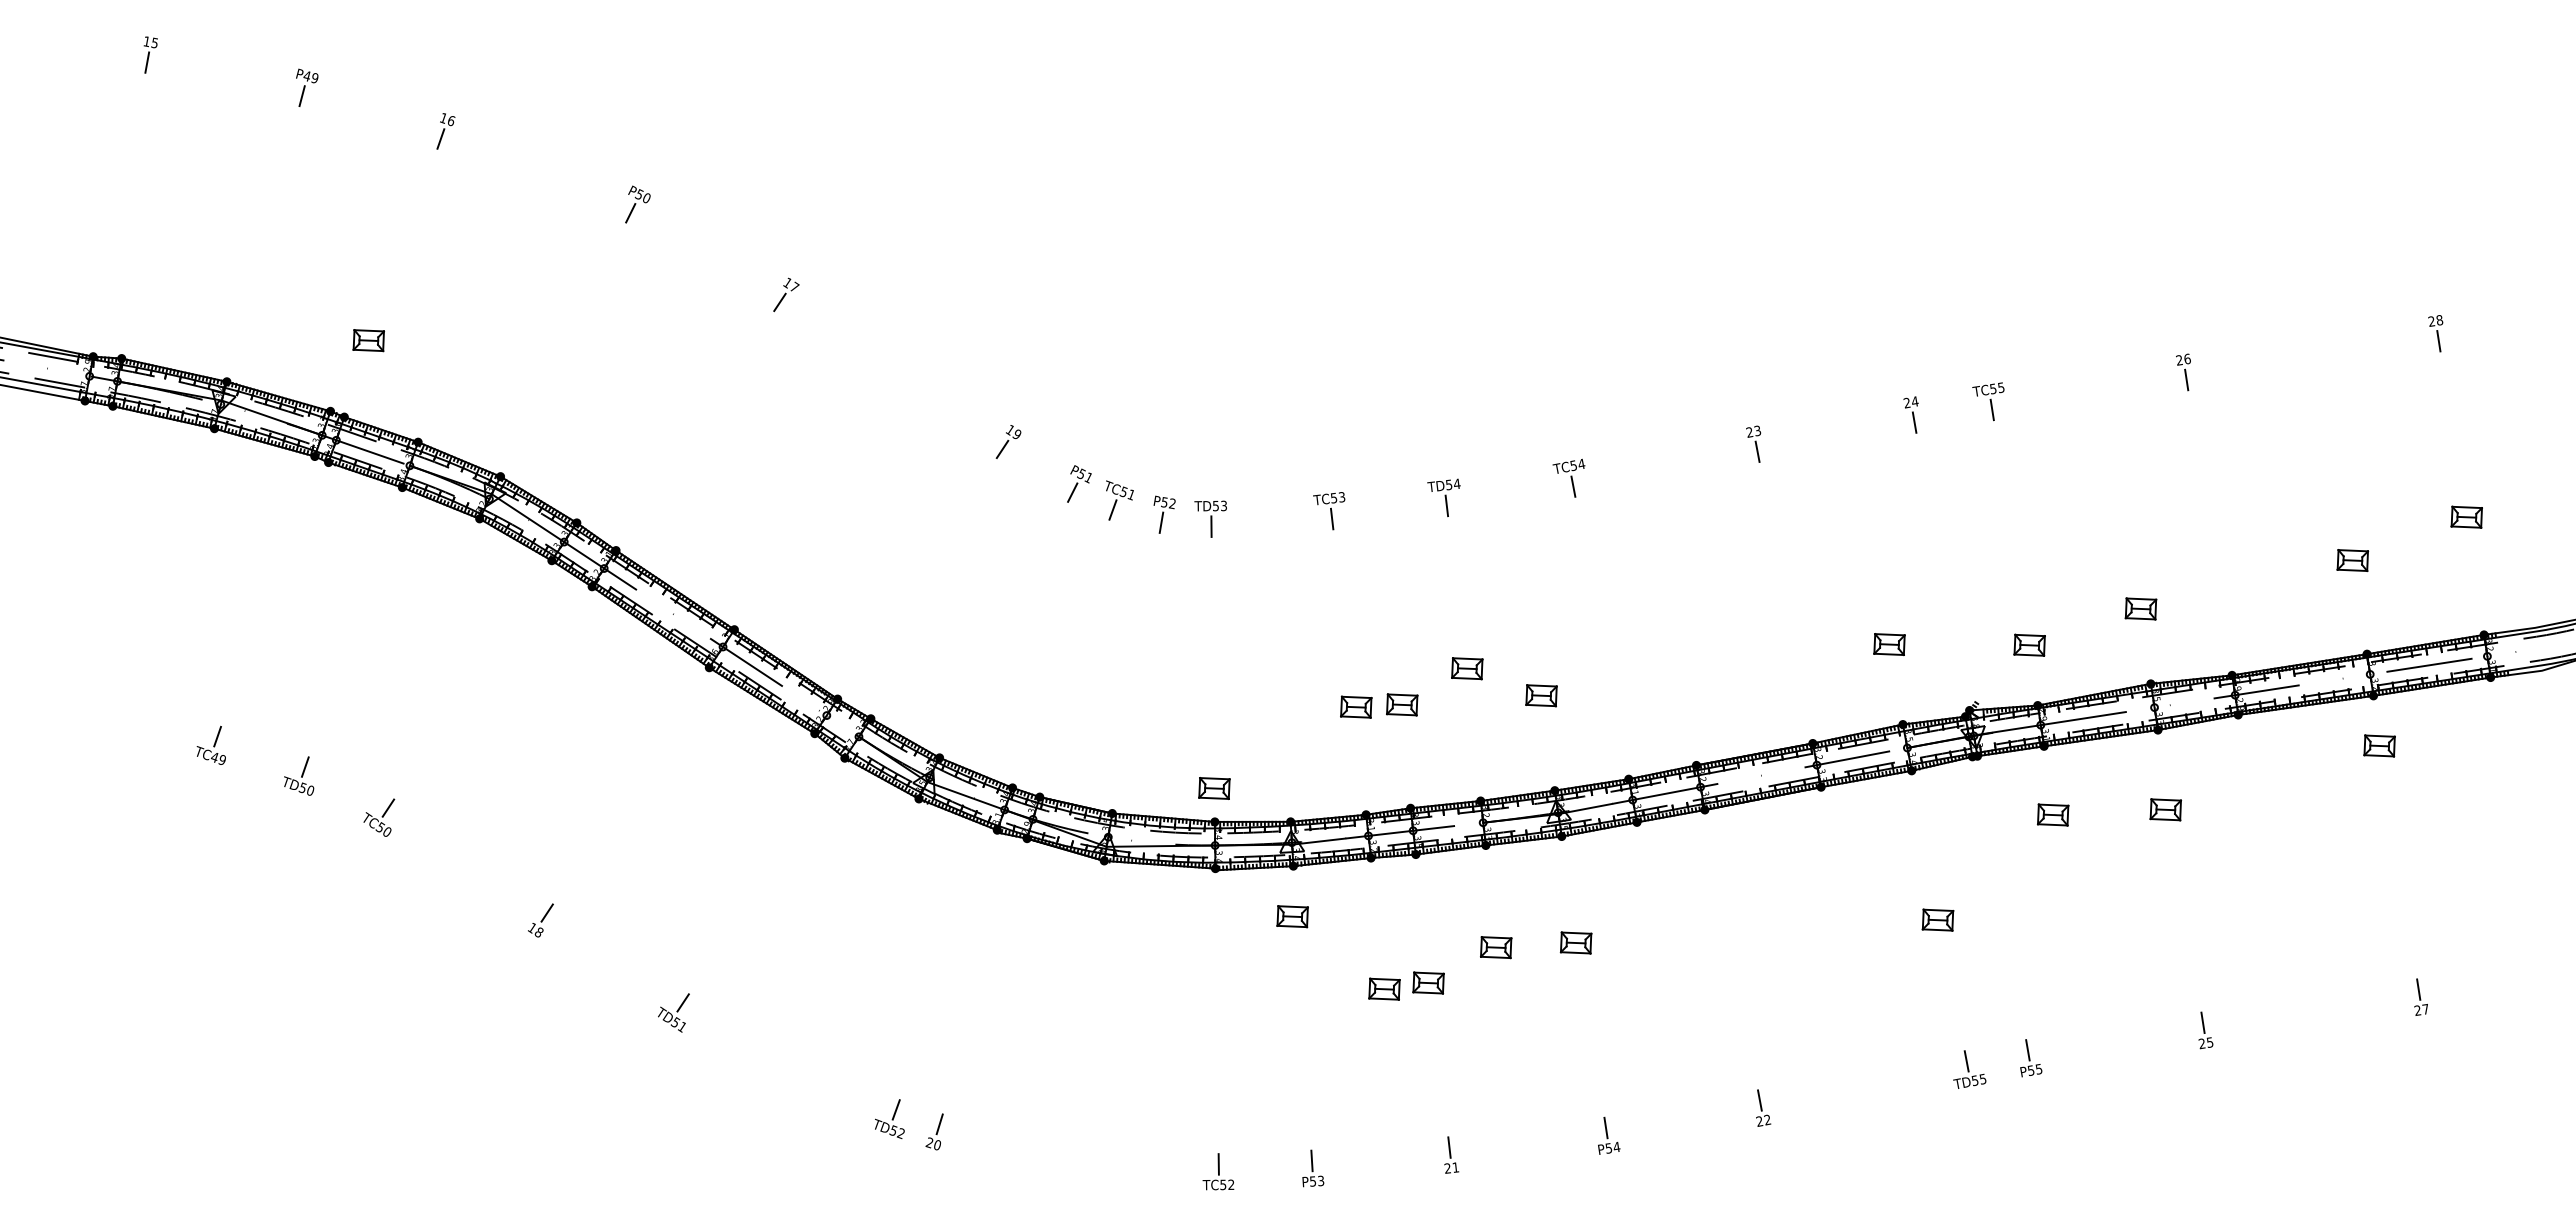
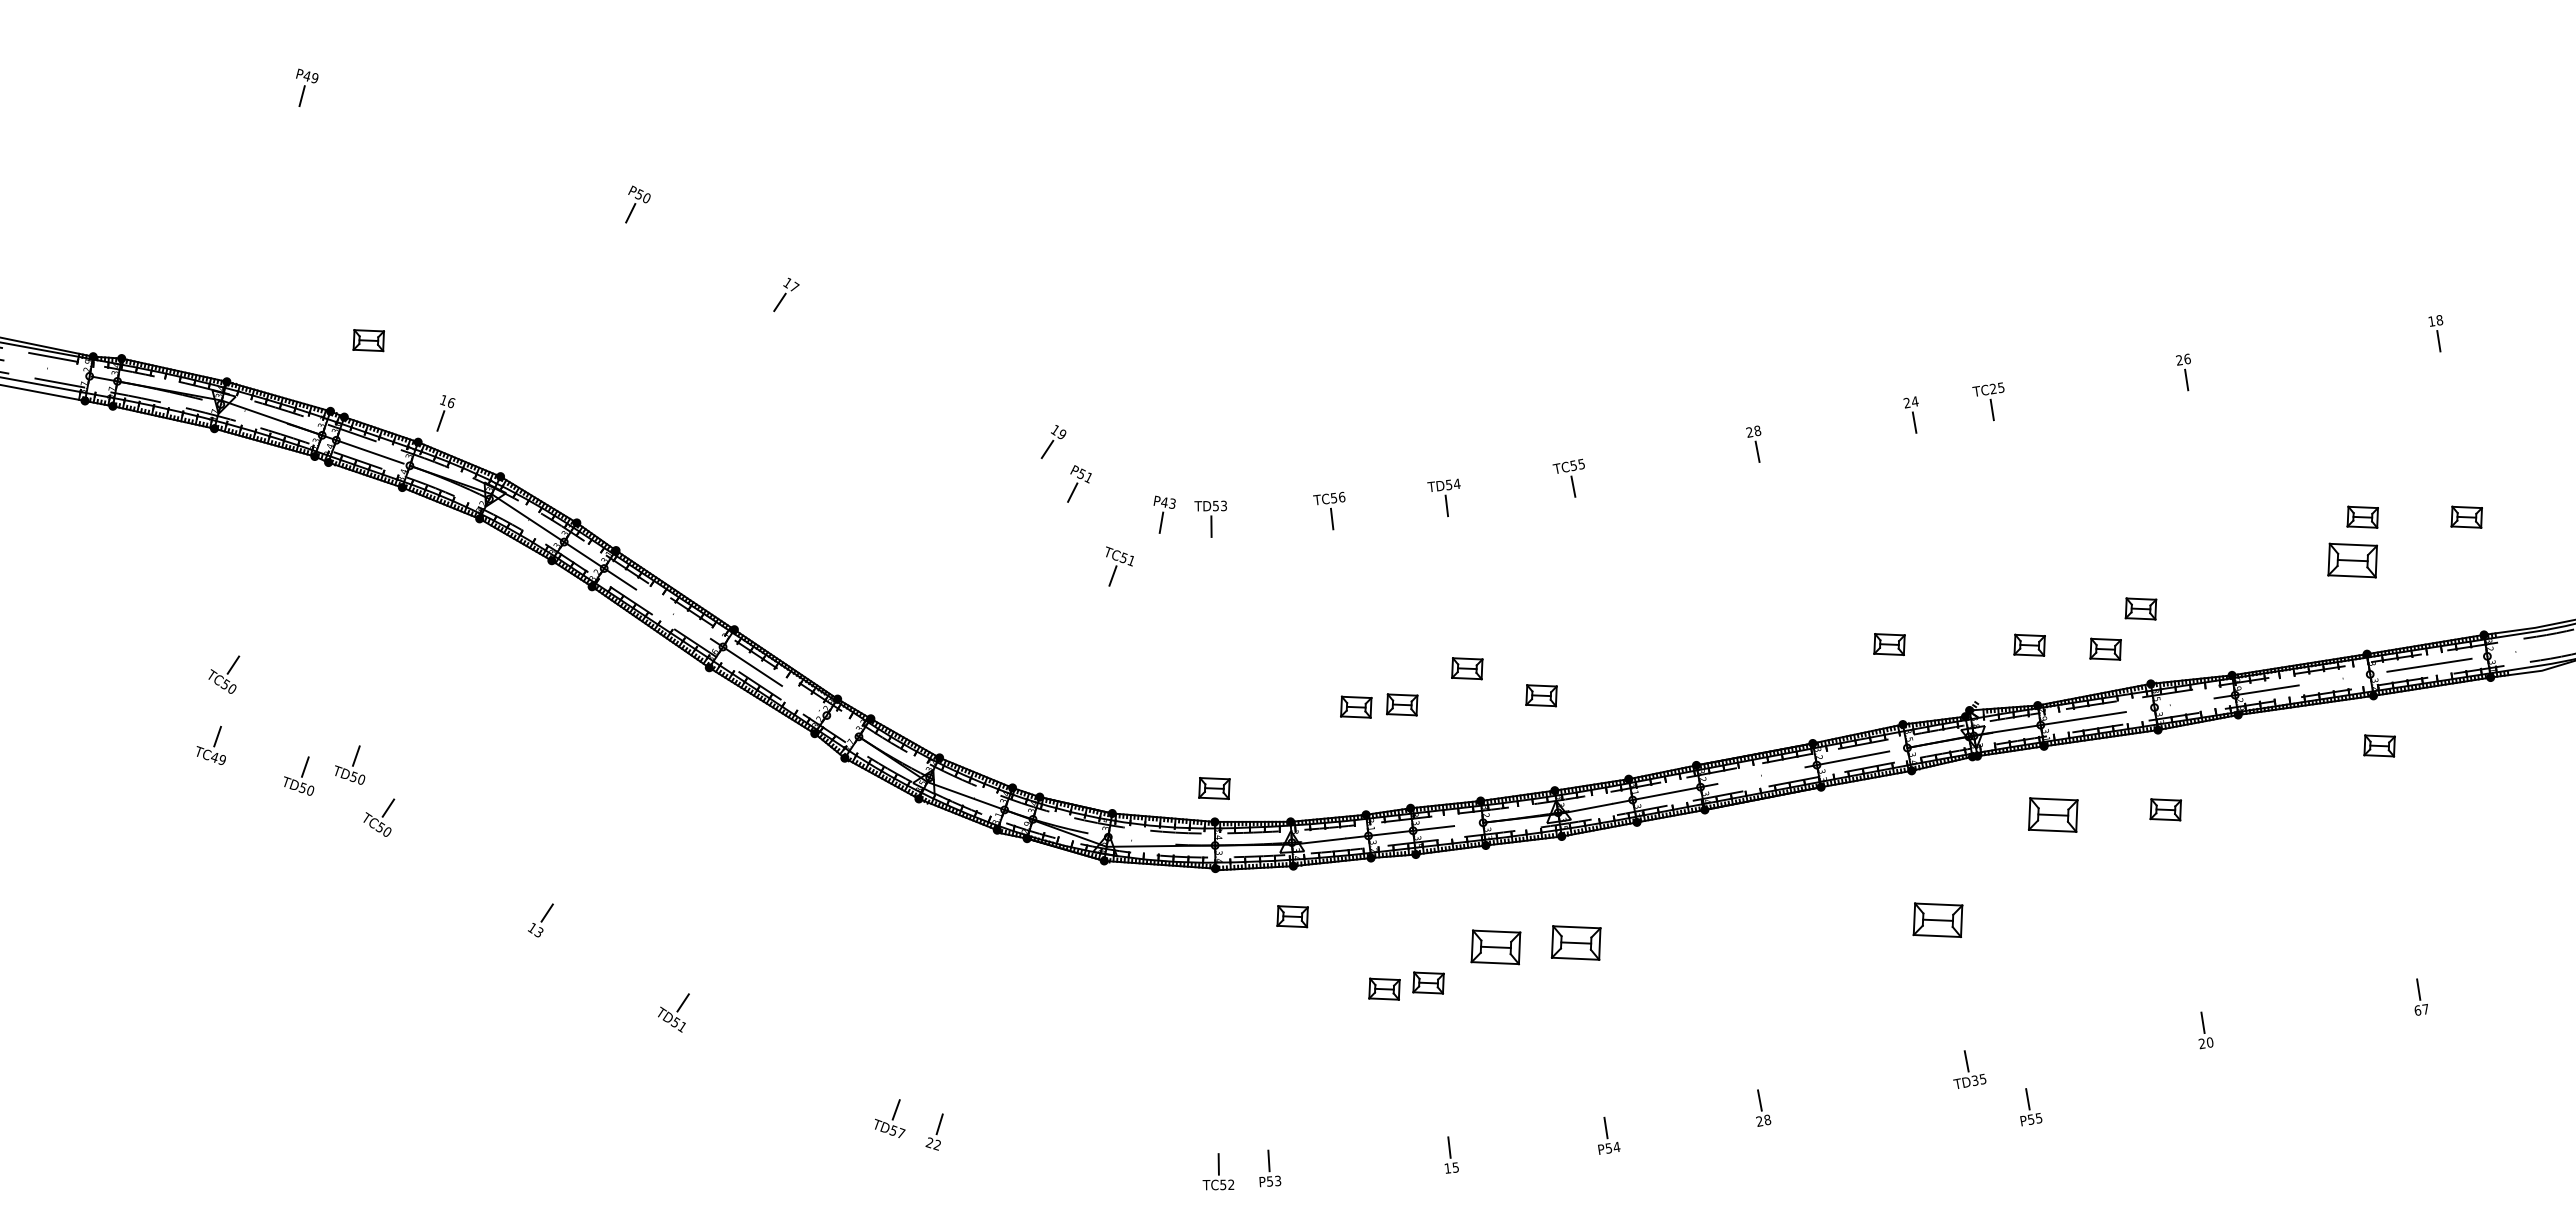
part at (150, 54): present -> none
part at (445, 131) position: (445, 131) -> (445, 413)
text at (2431, 321): 28 -> 18
text at (1992, 388): TC55 -> TC25
text at (1757, 430): 23 -> 28
part at (1008, 441) position: (1008, 441) -> (1053, 441)
text at (1581, 464): TC54 -> TC55
text at (1341, 496): TC53 -> TC56
part at (1119, 500) position: (1119, 500) -> (1119, 566)
text at (1168, 503): P52 -> P43
part at (2362, 516): none -> present
part at (2352, 560) size: 34x23 px -> 52x37 px
part at (2105, 648): none -> present
part at (224, 674): none -> present
part at (350, 764): none -> present
part at (2052, 814) size: 34x24 px -> 51x36 px
part at (1937, 919) size: 34x24 px -> 52x36 px
text at (538, 932): 18 -> 13
part at (1575, 942) size: 34x24 px -> 52x36 px
part at (1496, 947) size: 33x24 px -> 52x37 px
text at (2417, 1010): 27 -> 67
text at (2209, 1042): 25 -> 20
part at (2031, 1058) position: (2031, 1058) -> (2031, 1107)
text at (1975, 1079): TD55 -> TD35
text at (1767, 1119): 22 -> 28
text at (900, 1133): TD52 -> TD57
text at (936, 1144): 20 -> 22
text at (1451, 1167): 21 -> 15
part at (1313, 1168) position: (1313, 1168) -> (1270, 1168)
